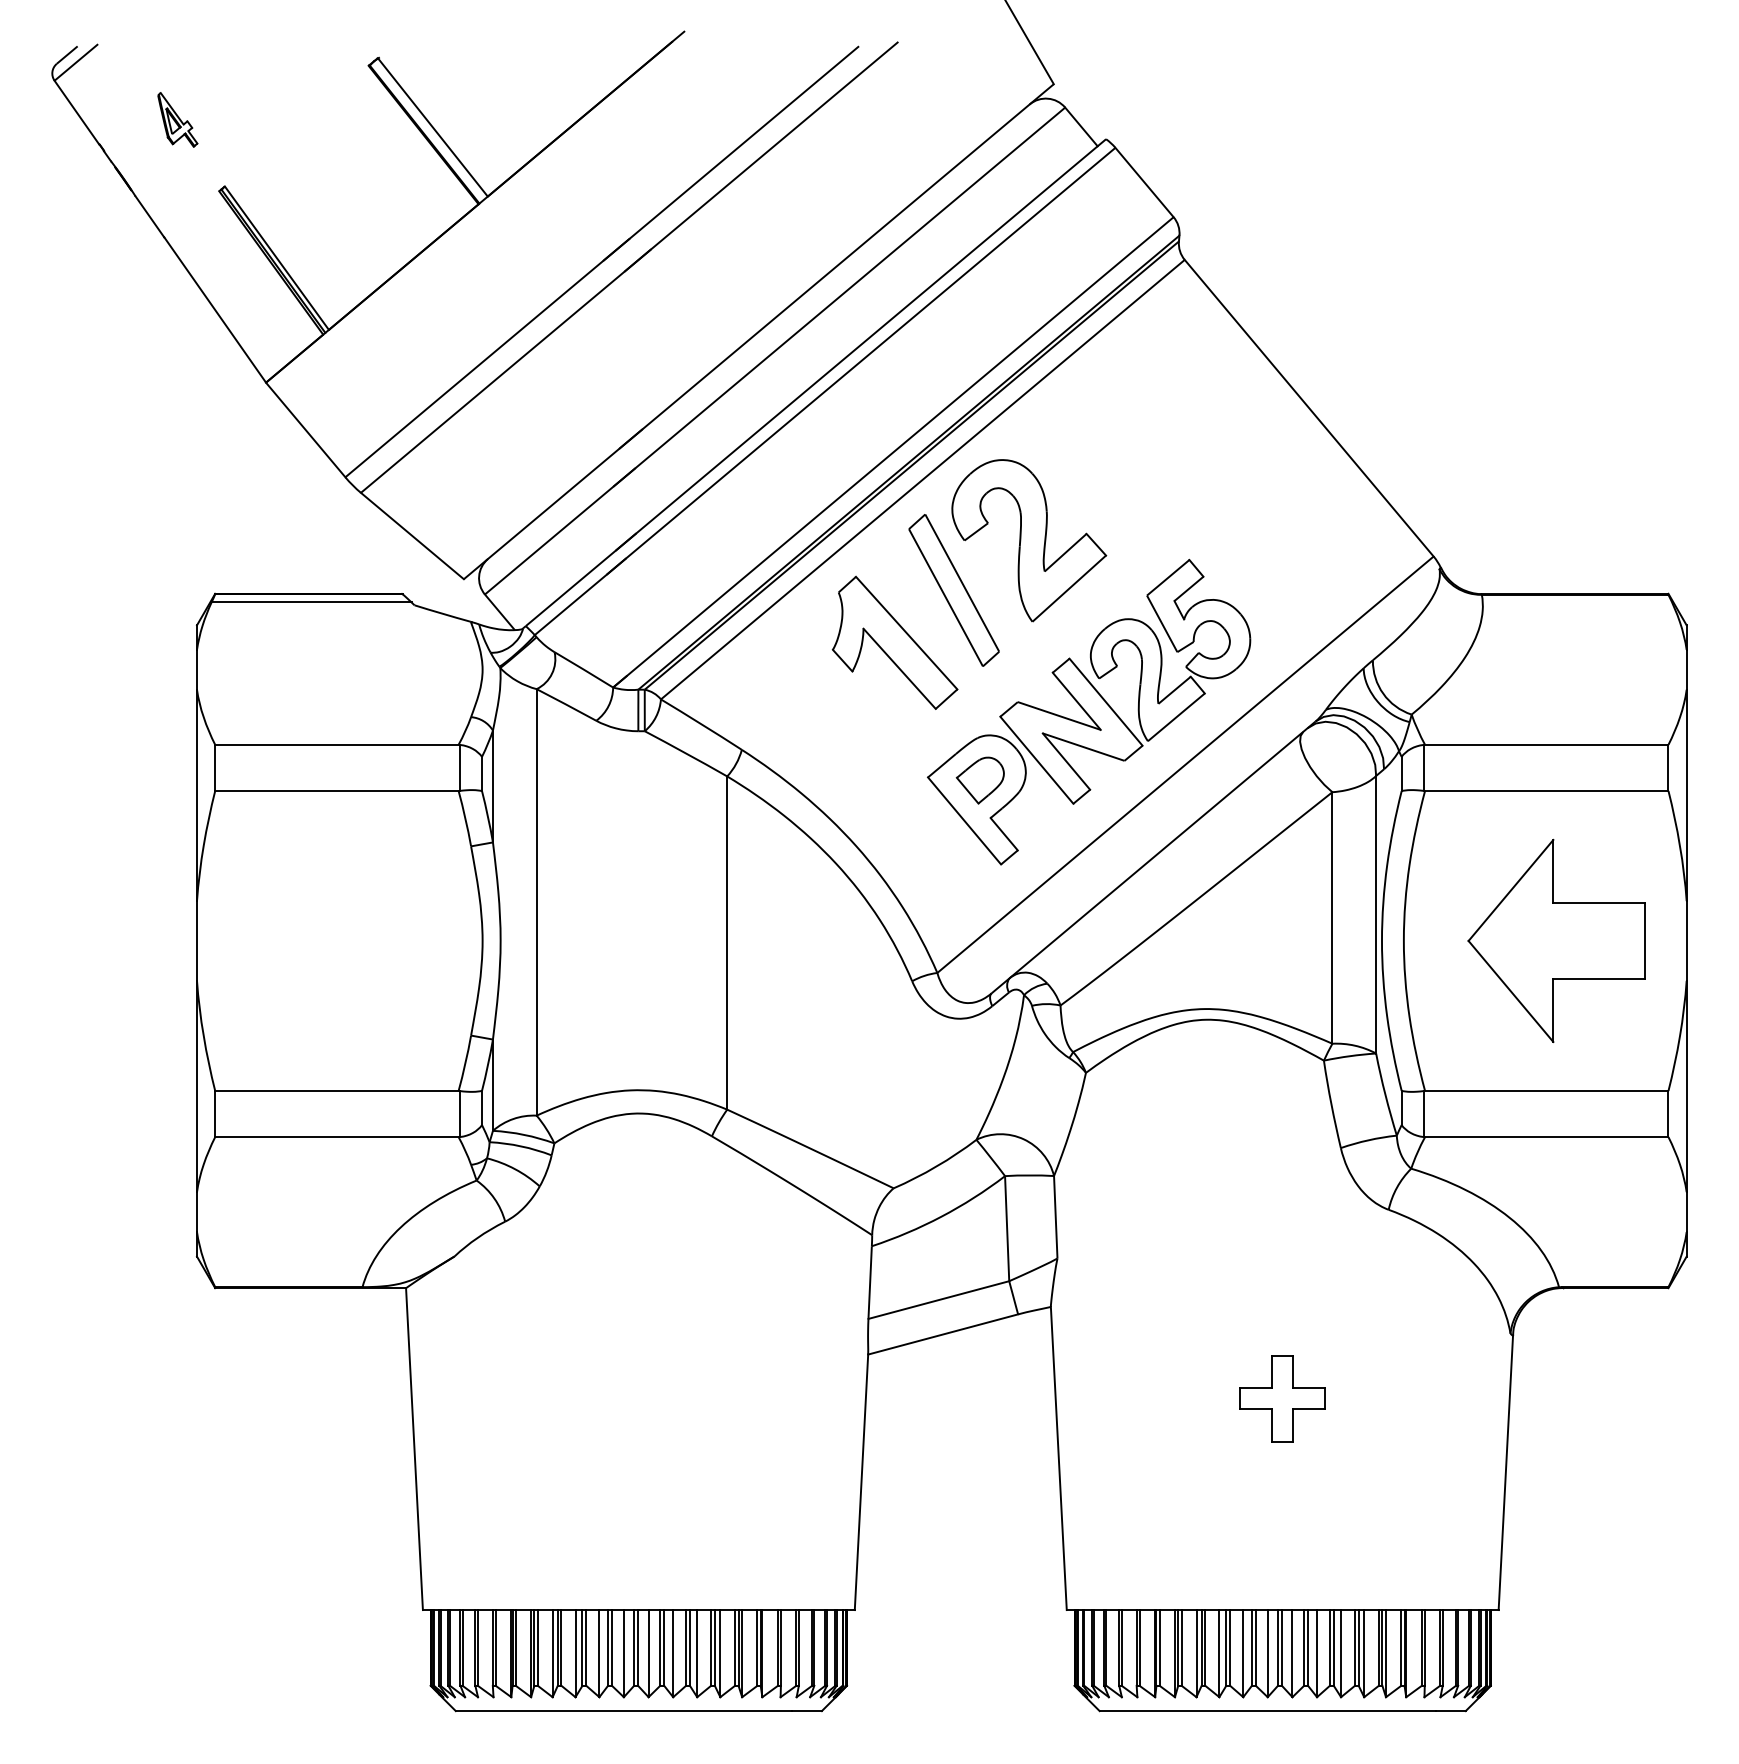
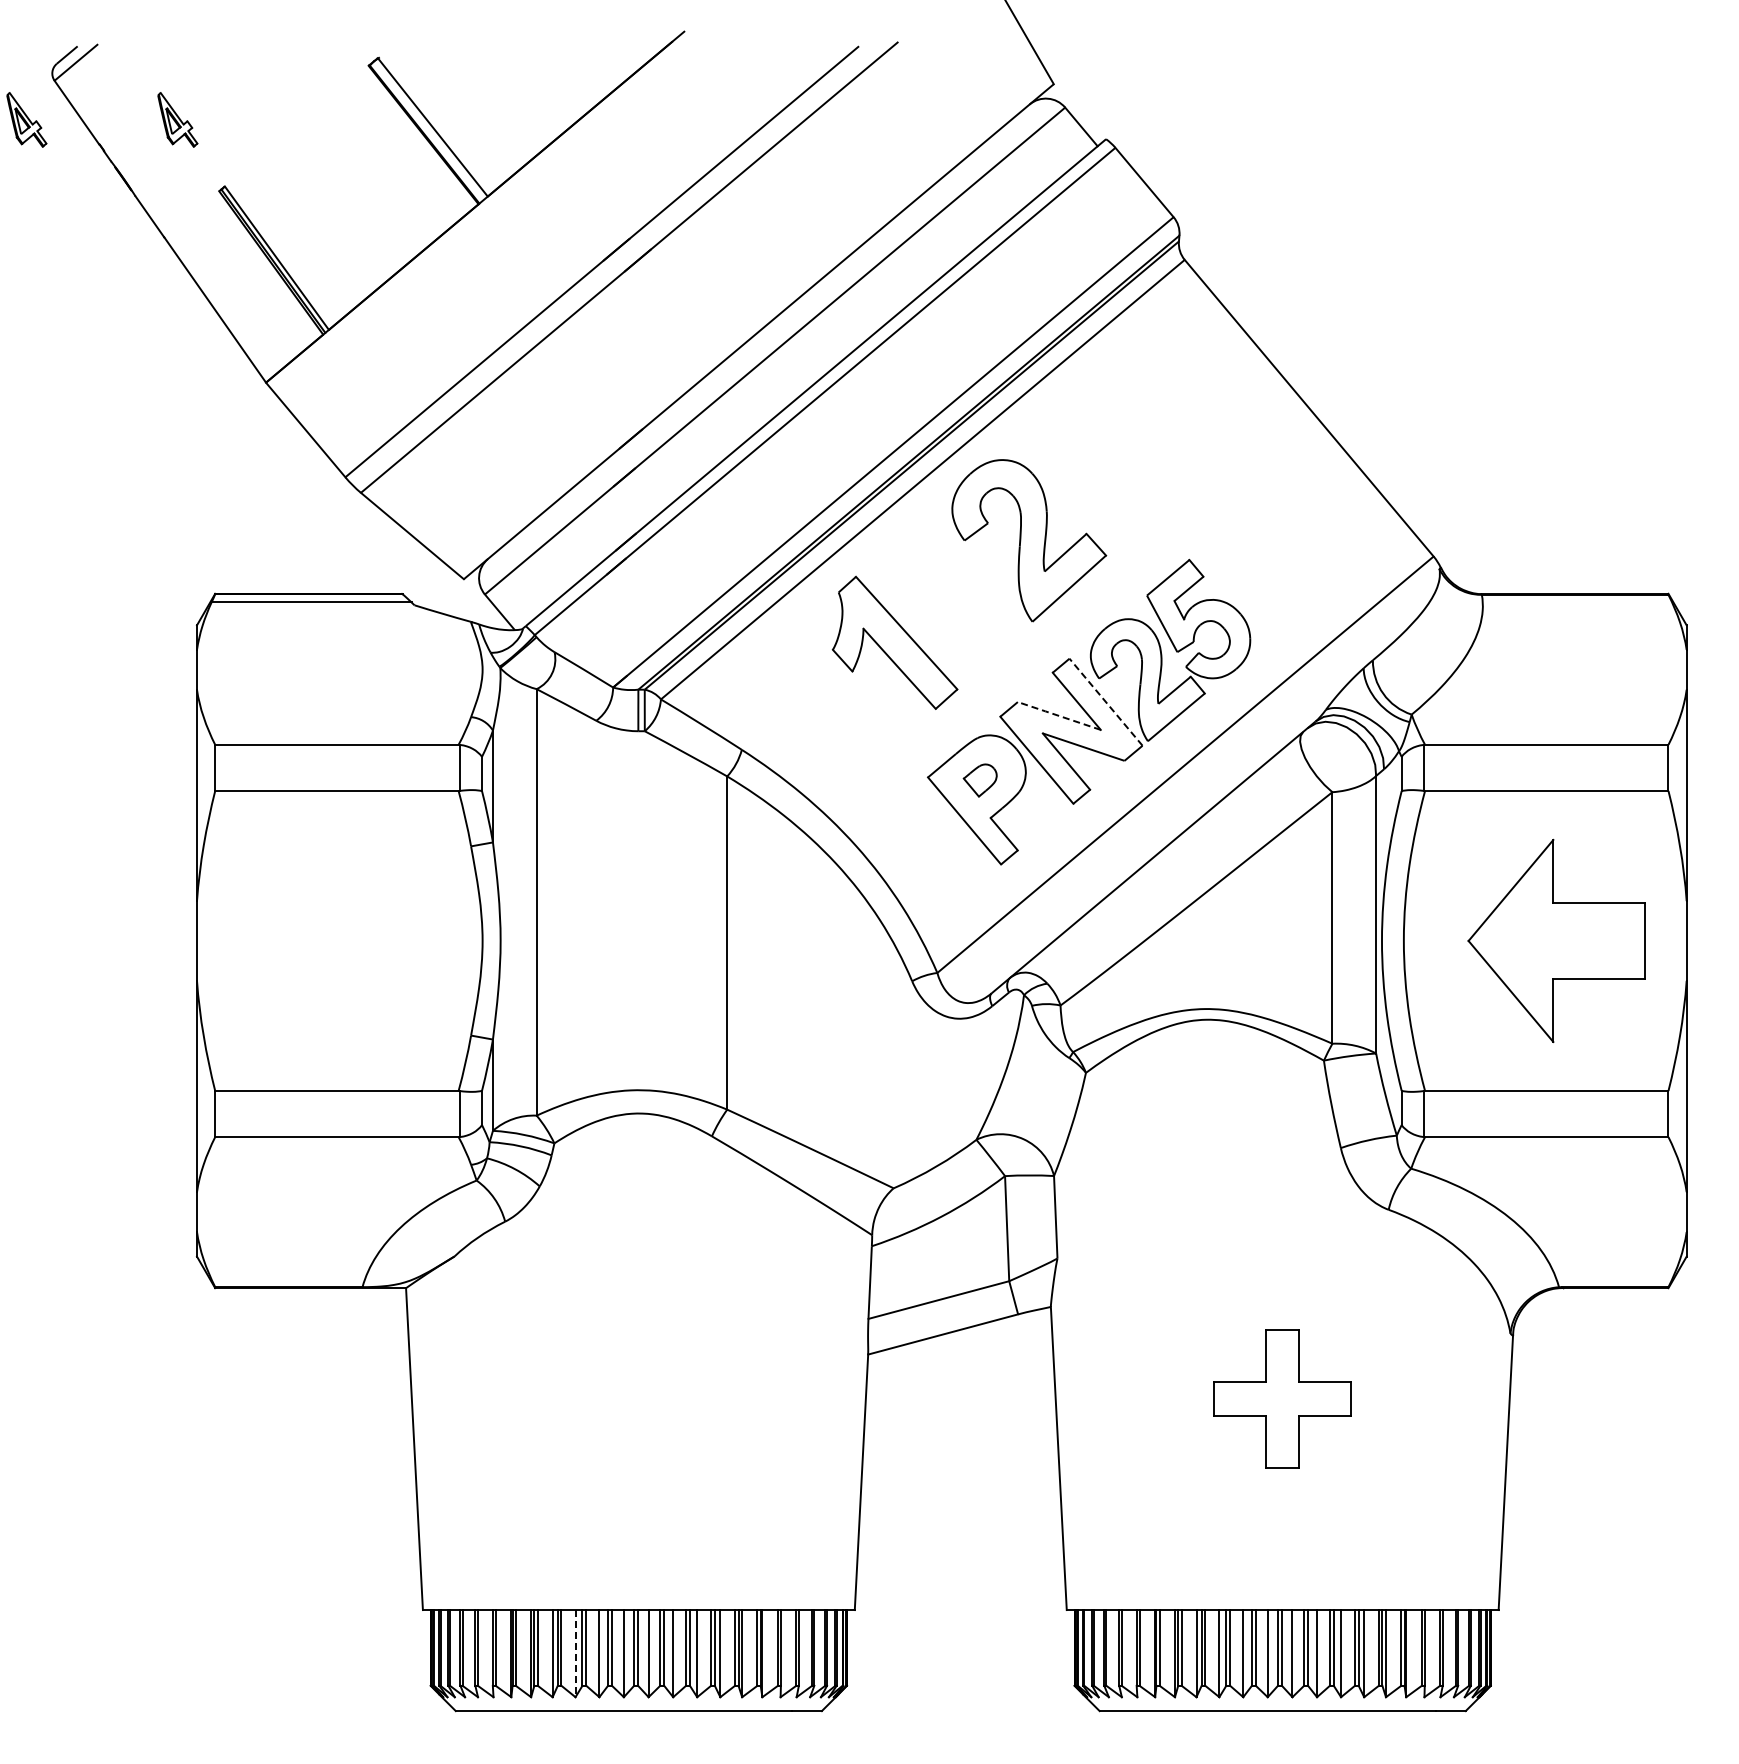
part at (26, 119): none -> present
part at (953, 590): present -> none
line at (1106, 702): solid -> dashed
line at (1059, 715): solid -> dashed
part at (979, 780) size: 50x49 px -> 36x35 px
part at (1282, 1398) size: 87x88 px -> 139x140 px
line at (575, 1653): solid -> dashed
